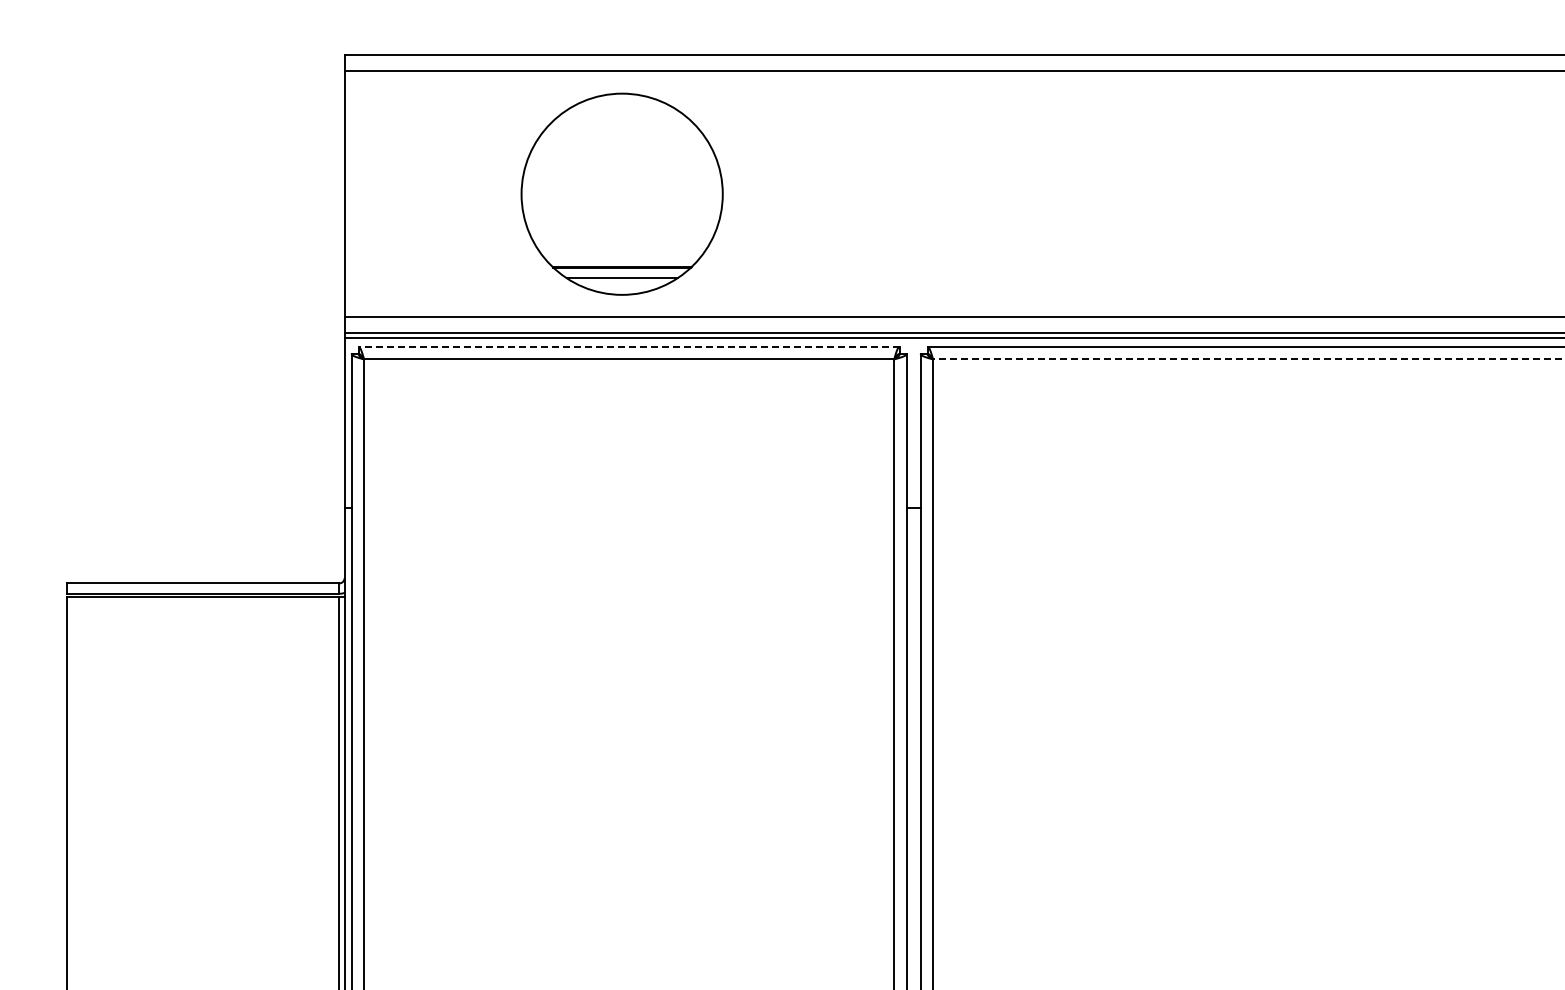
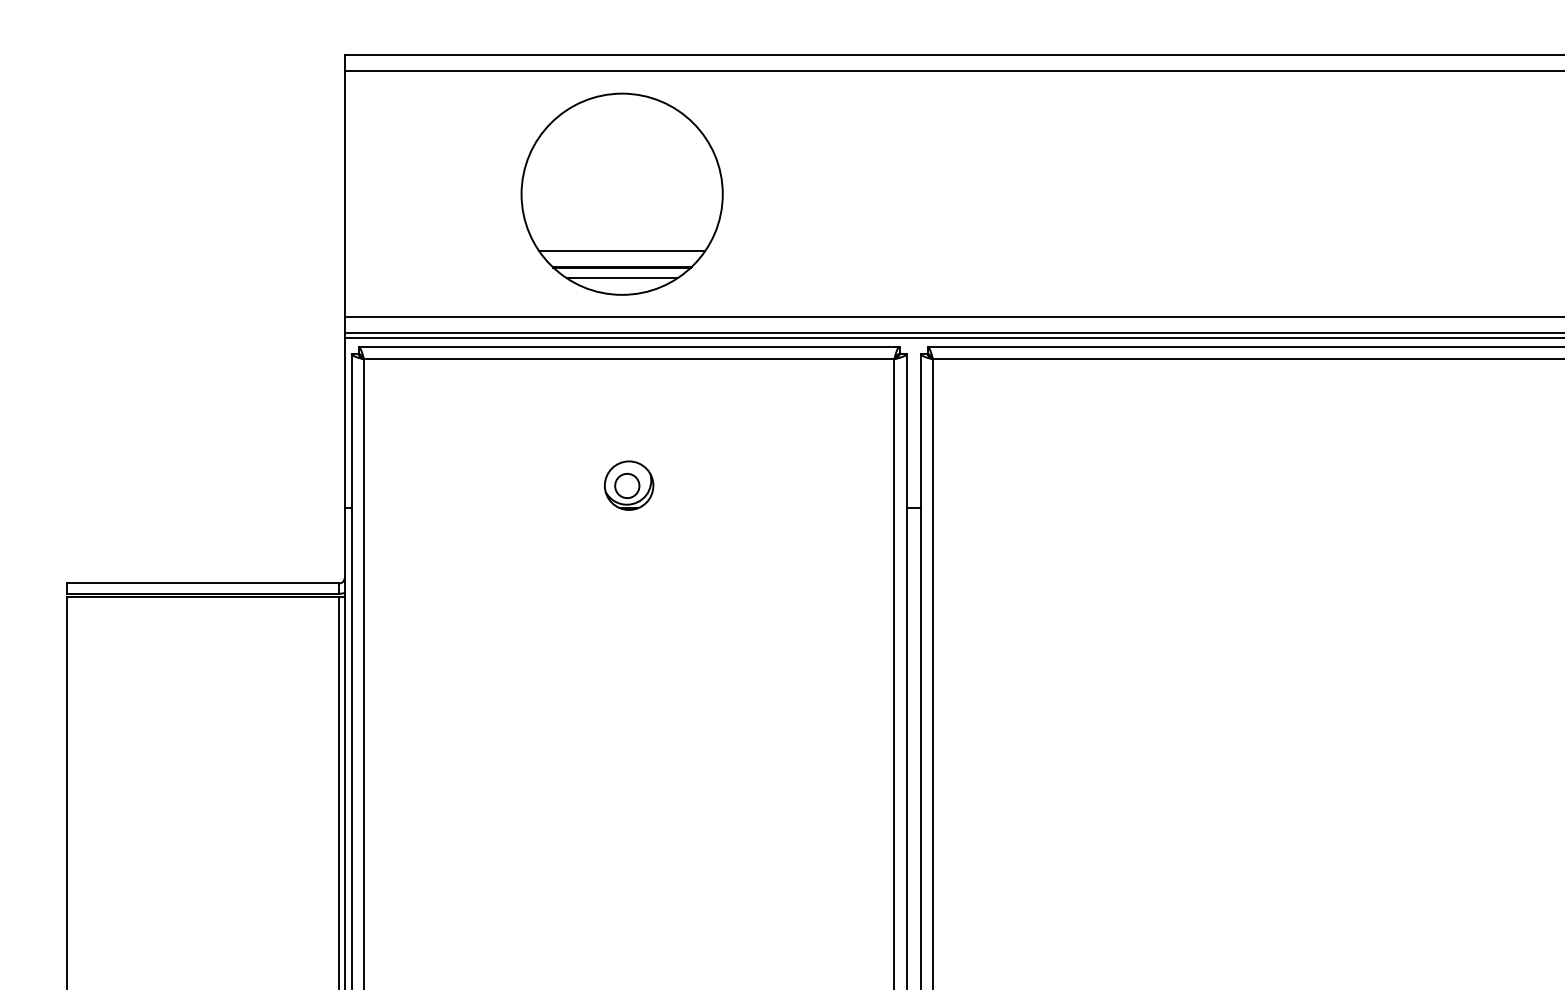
line at (622, 251): none -> present
line at (629, 346): dashed -> solid
line at (1249, 359): dashed -> solid
part at (629, 485): none -> present
